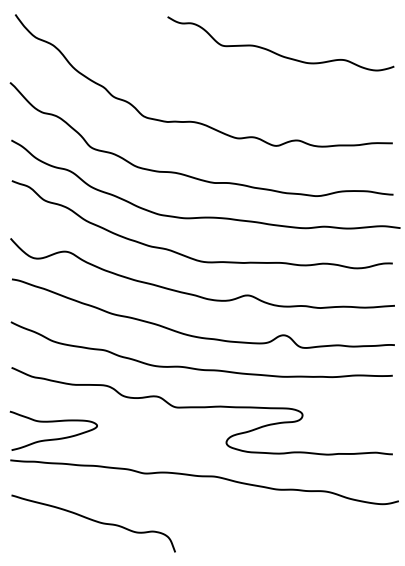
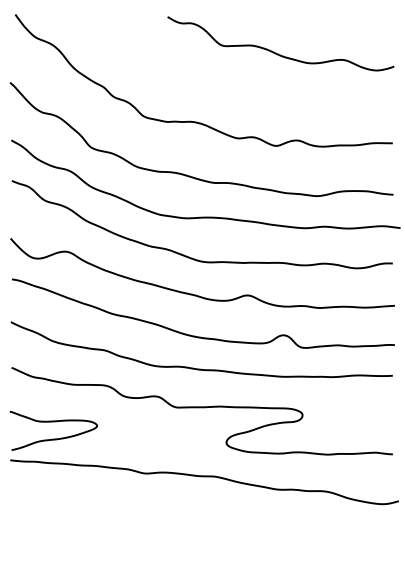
curve at (93, 521): present -> none
